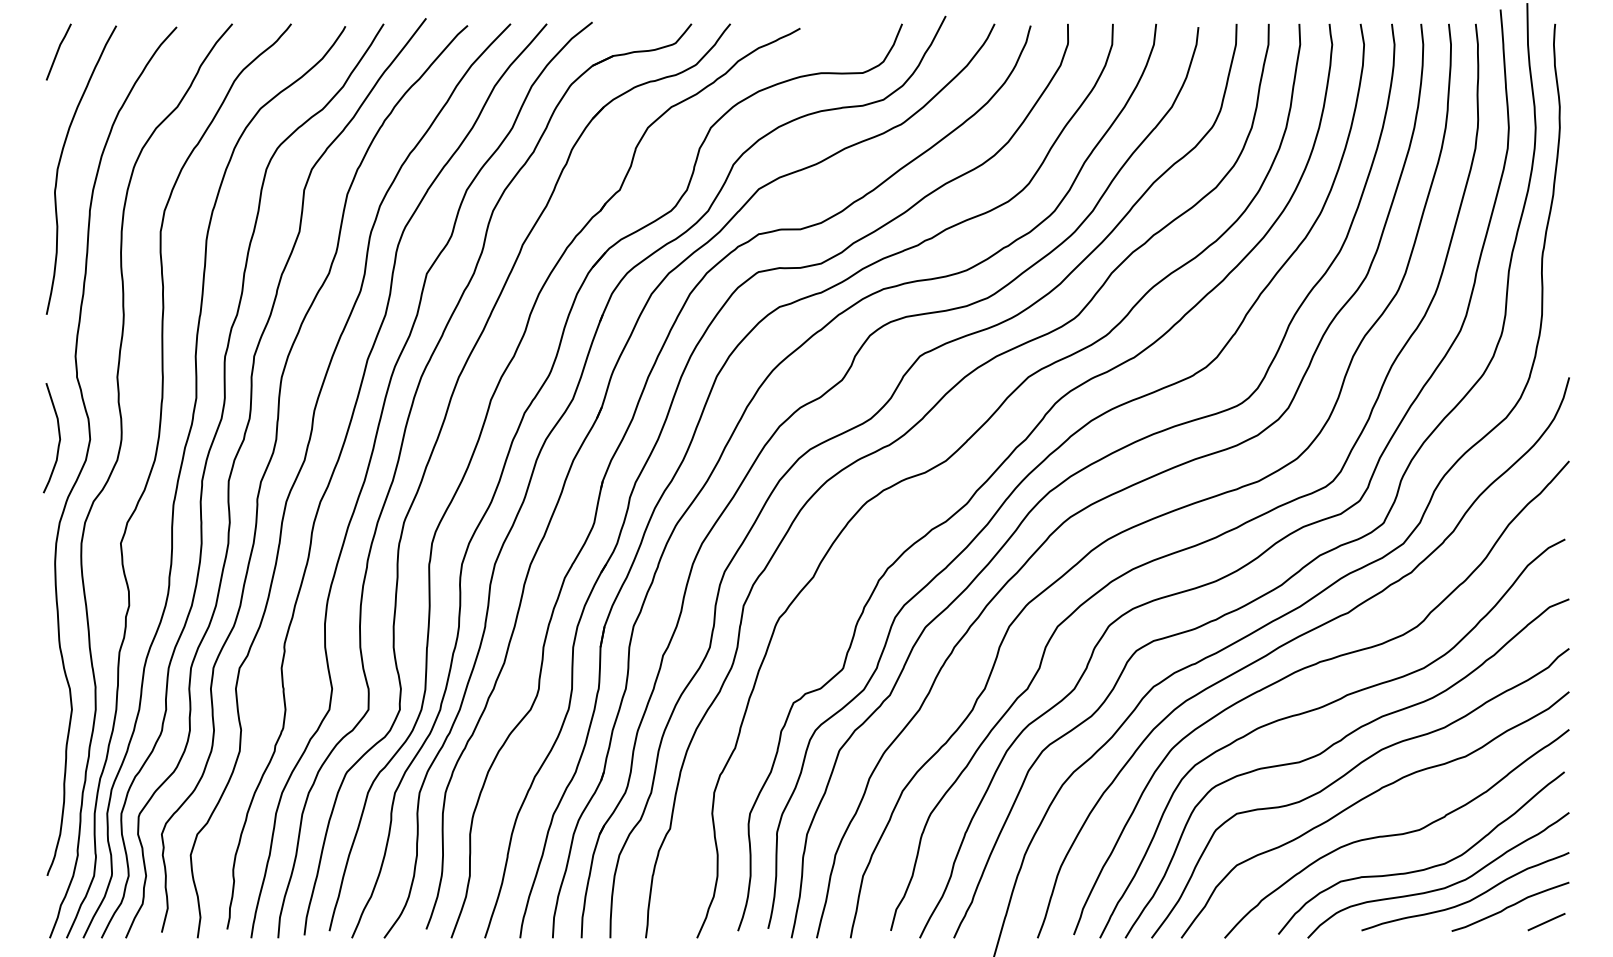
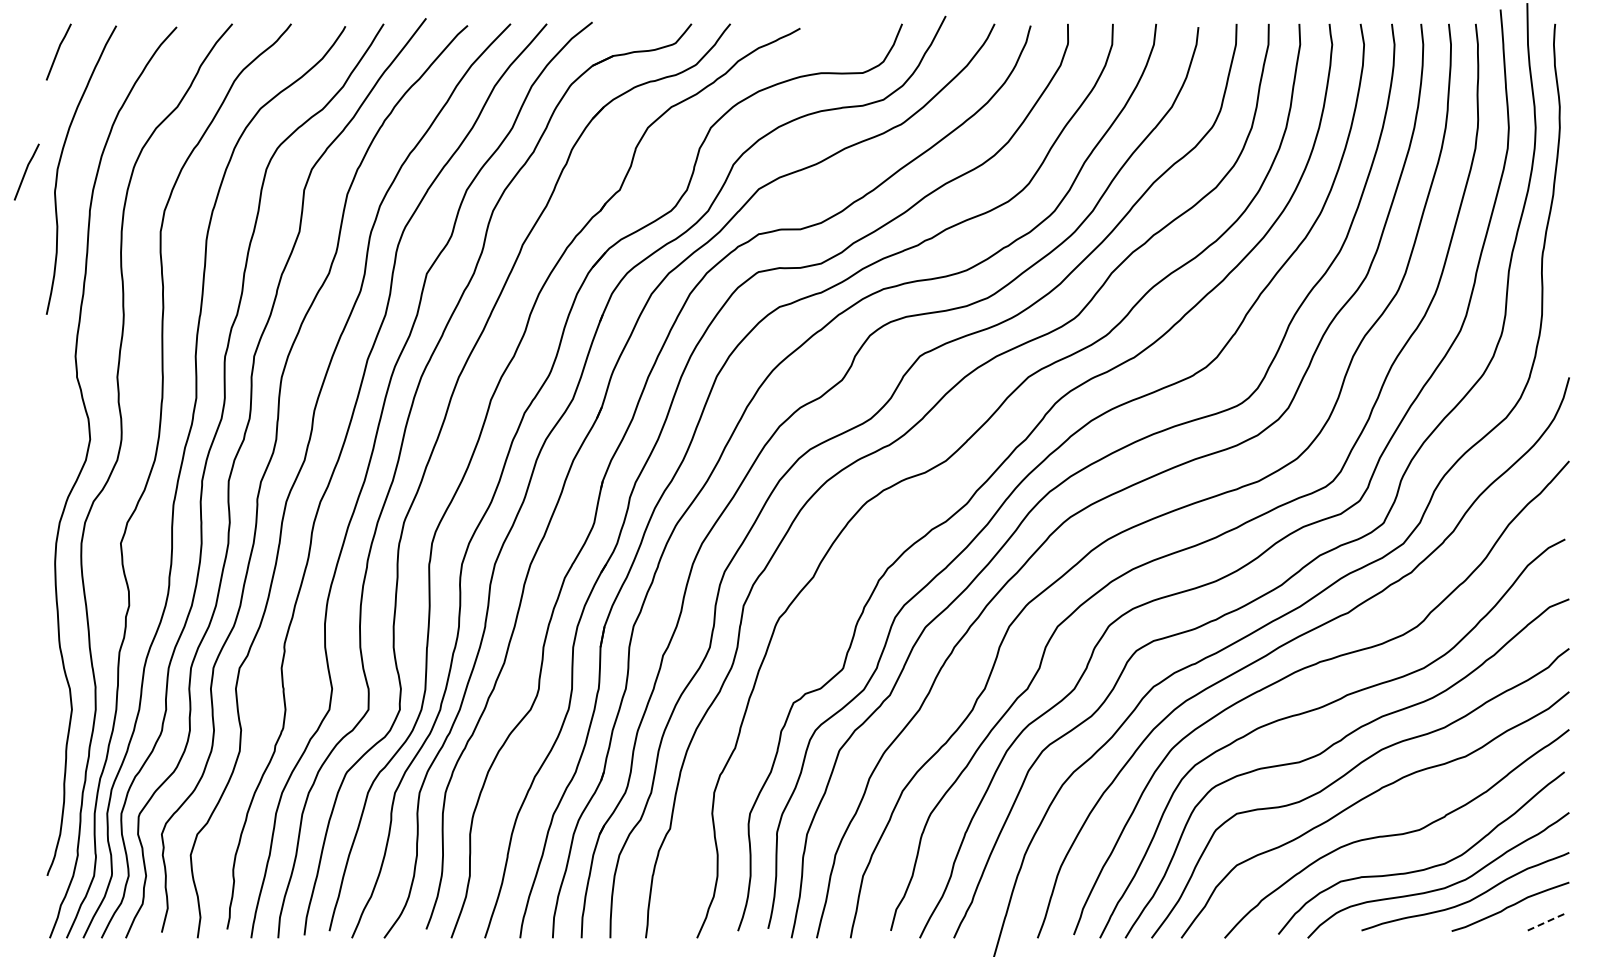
line at (26, 171): none -> present
curve at (58, 436): present -> none
line at (1547, 921): solid -> dashed
